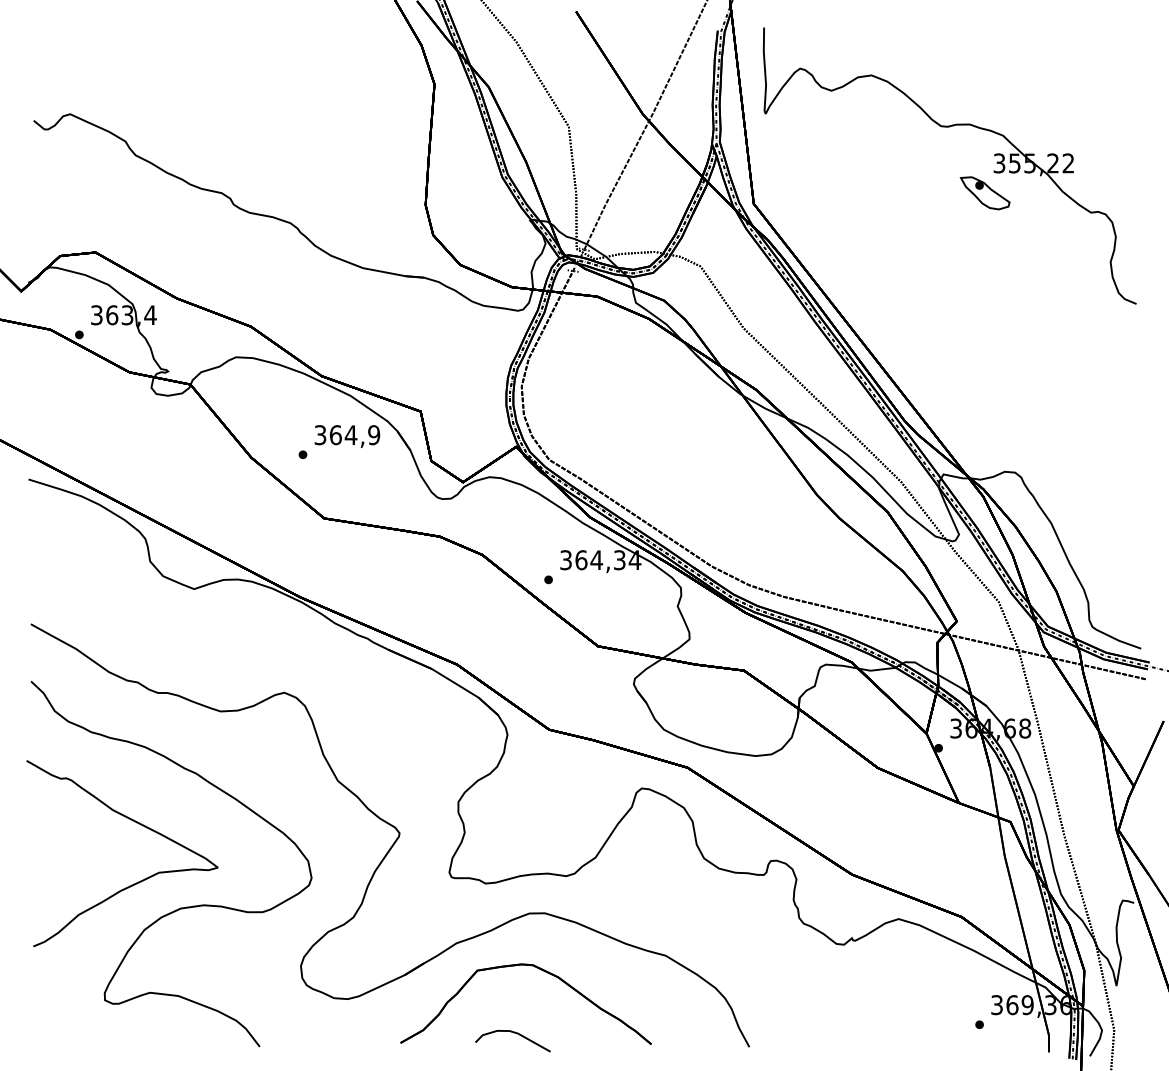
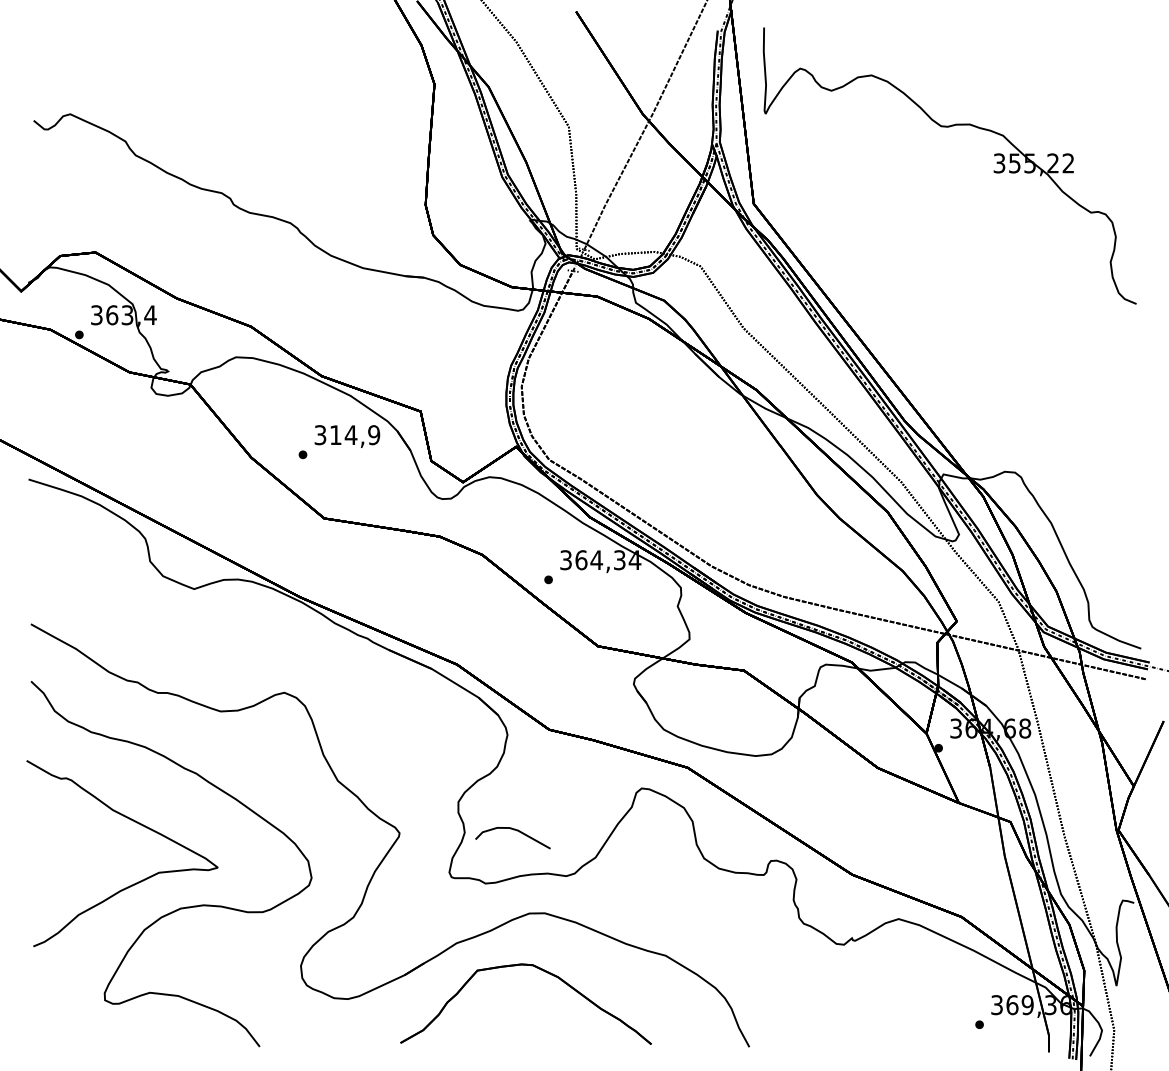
part at (984, 193): present -> none
text at (335, 435): 364,9 -> 314,9
curve at (513, 1033) position: (513, 1033) -> (513, 830)
